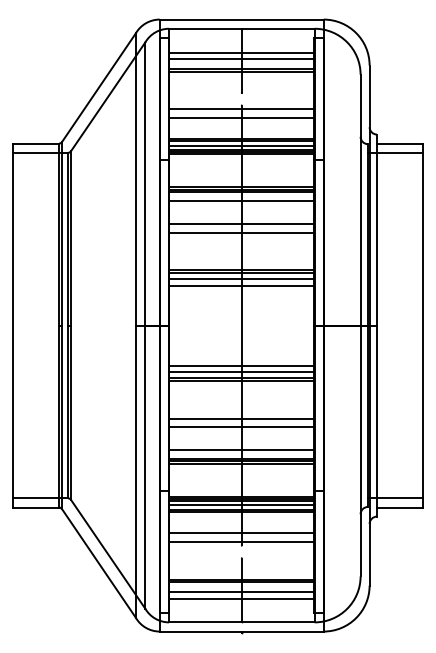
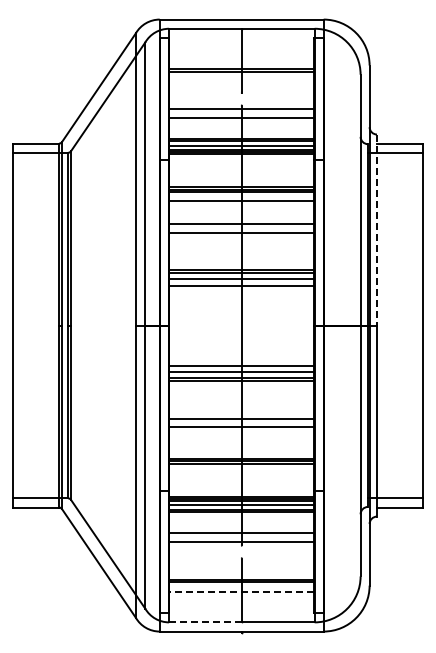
line at (241, 52): present -> none
line at (241, 59): present -> none
line at (376, 230): solid -> dashed
line at (241, 450): present -> none
line at (241, 592): solid -> dashed
line at (241, 598): present -> none
line at (205, 622): solid -> dashed
